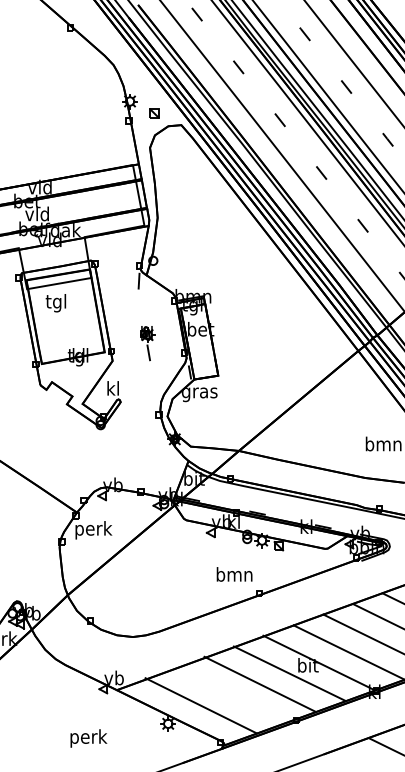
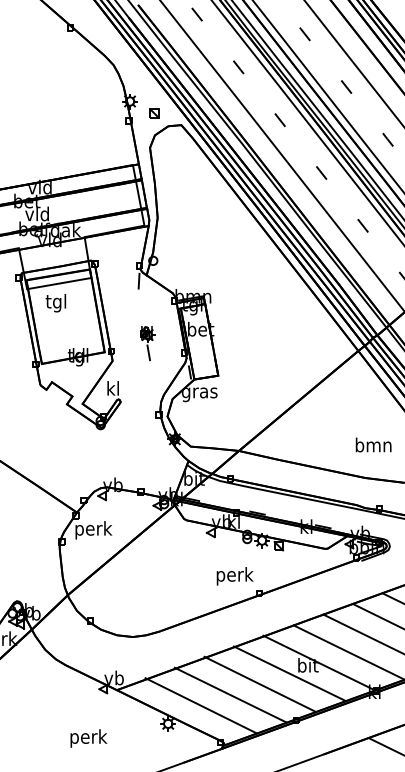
text at (383, 443) position: (383, 443) -> (373, 444)
text at (234, 576): bmn -> perk
line at (230, 694): none -> present
